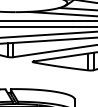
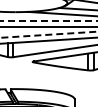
line at (48, 21): solid -> dashed
line at (48, 34): solid -> dashed
